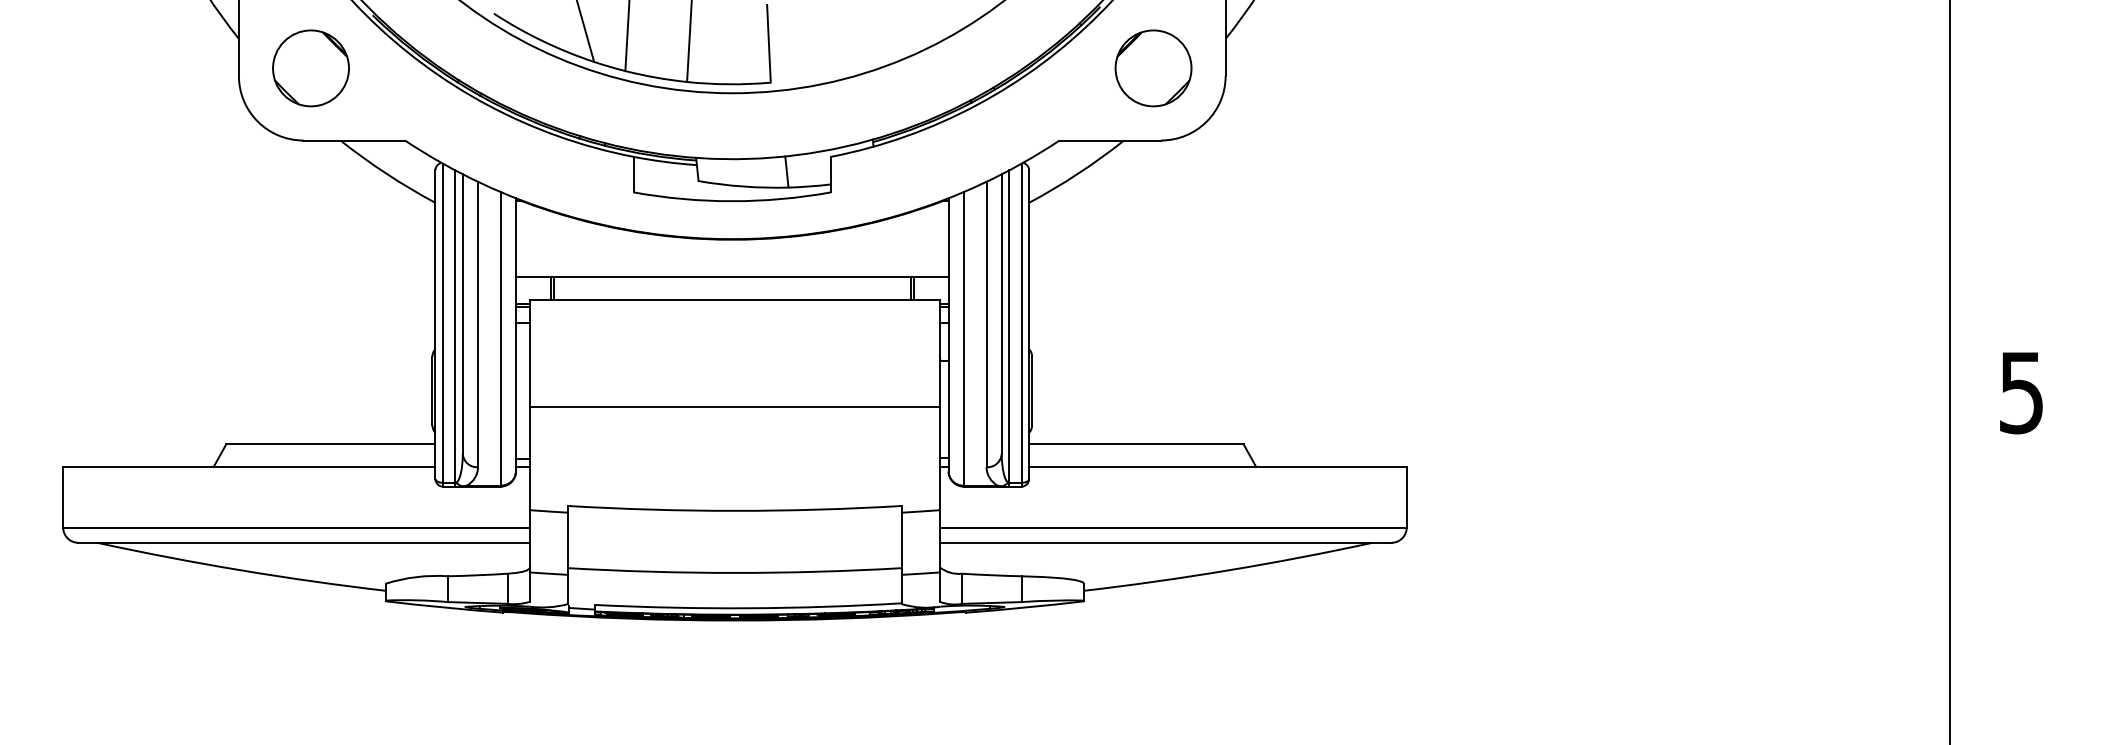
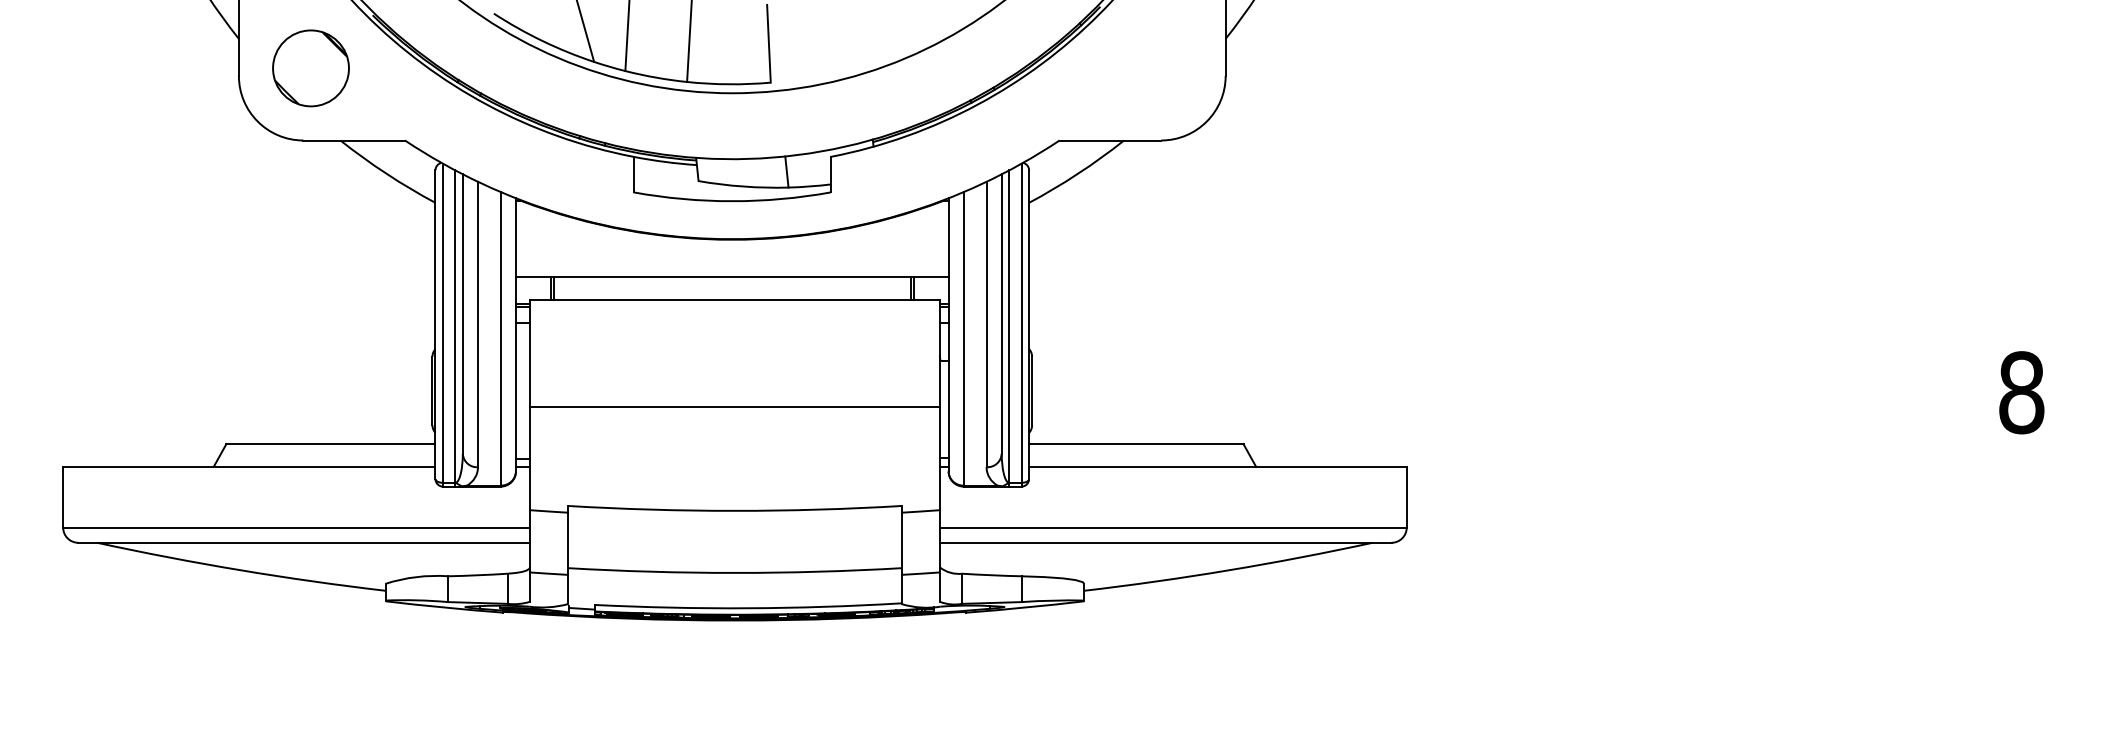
part at (1153, 68): present -> none
line at (1950, 371): present -> none
text at (2021, 392): 5 -> 8
